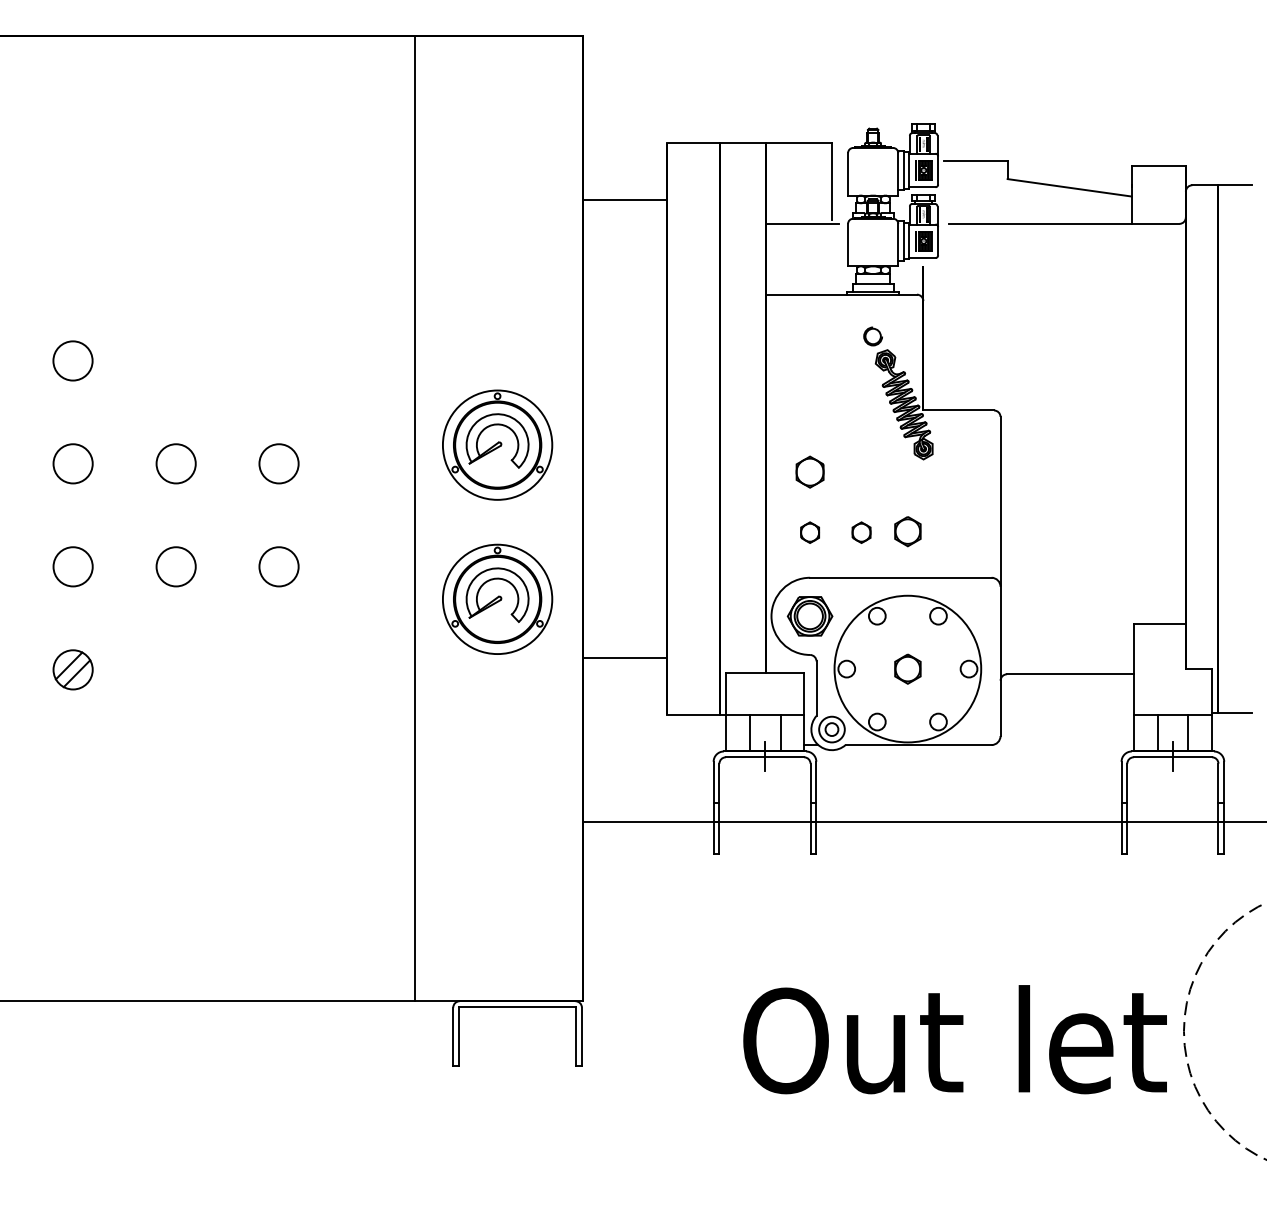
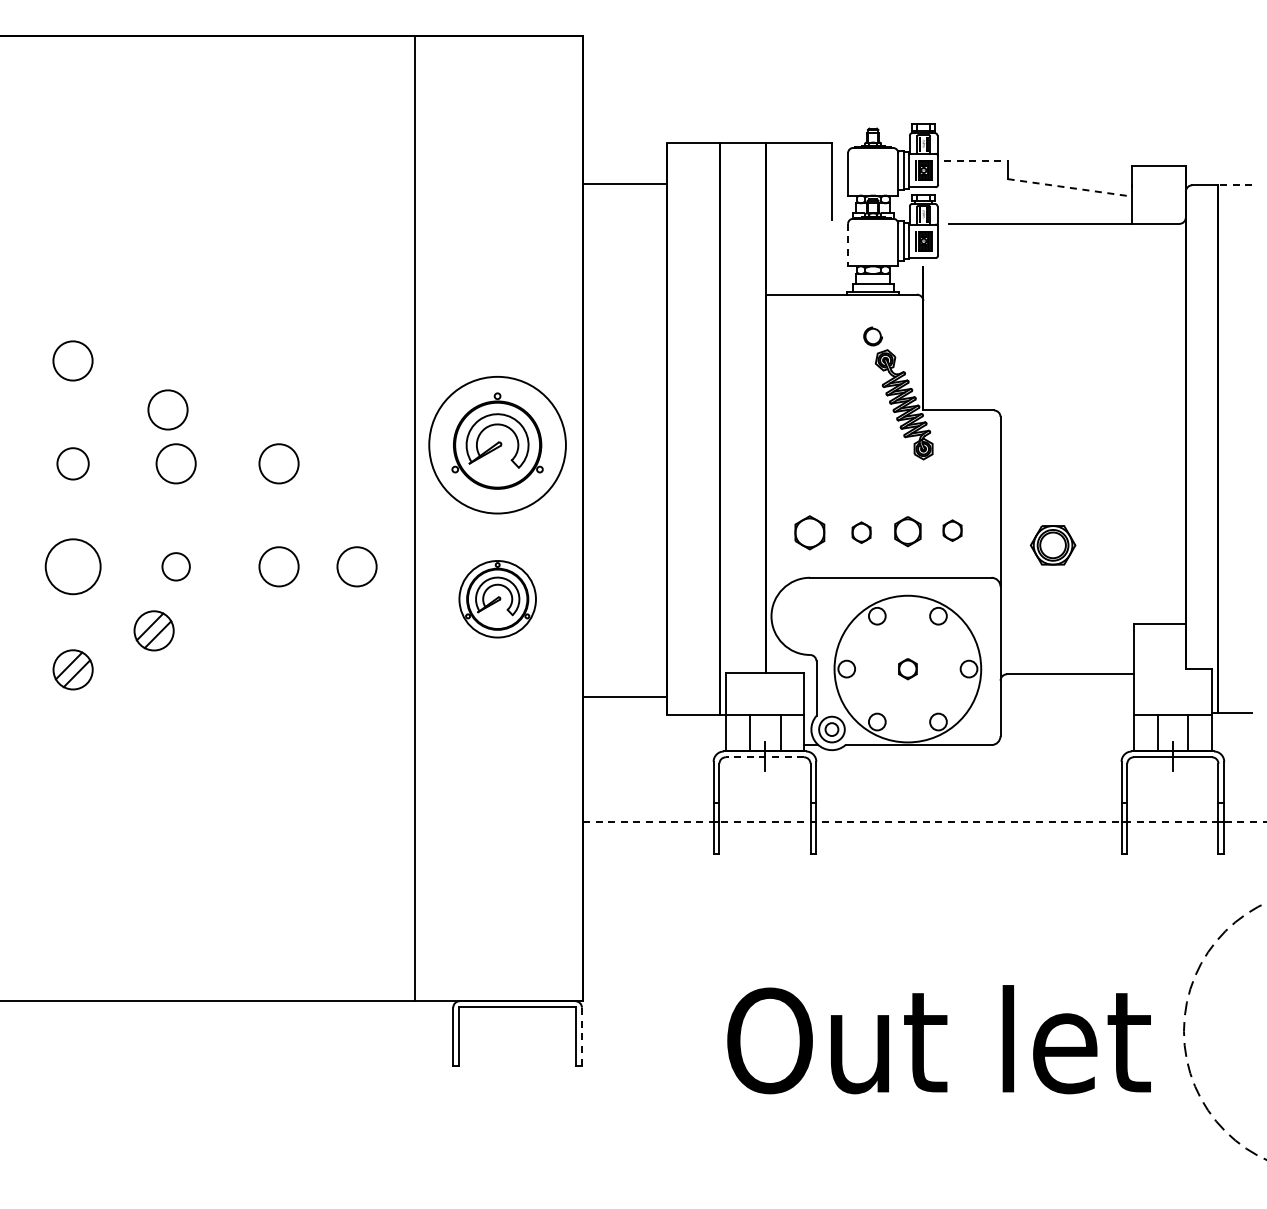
line at (975, 160): solid -> dashed
line at (1234, 185): solid -> dashed
line at (1069, 187): solid -> dashed
line at (624, 200) position: (624, 200) -> (624, 184)
line at (802, 223): present -> none
line at (848, 245): solid -> dashed
circle at (167, 409): none -> present
circle at (497, 444) diameter: 109 px -> 137 px
circle at (72, 463) size: 42x42 px -> 34x34 px
part at (809, 471): present -> none
part at (952, 530): none -> present
part at (810, 532) size: 21x23 px -> 32x36 px
circle at (72, 566) size: 42x42 px -> 58x58 px
circle at (175, 566) diameter: 39 px -> 27 px
circle at (356, 566): none -> present
part at (497, 598) size: 112x112 px -> 79x79 px
part at (809, 616) position: (809, 616) -> (1052, 545)
part at (153, 630): none -> present
line at (624, 657) position: (624, 657) -> (624, 696)
part at (907, 668) size: 28x32 px -> 20x23 px
line at (764, 757): solid -> dashed
line at (924, 822): solid -> dashed
line at (581, 1036): solid -> dashed
text at (954, 1039) position: (954, 1039) -> (938, 1039)
